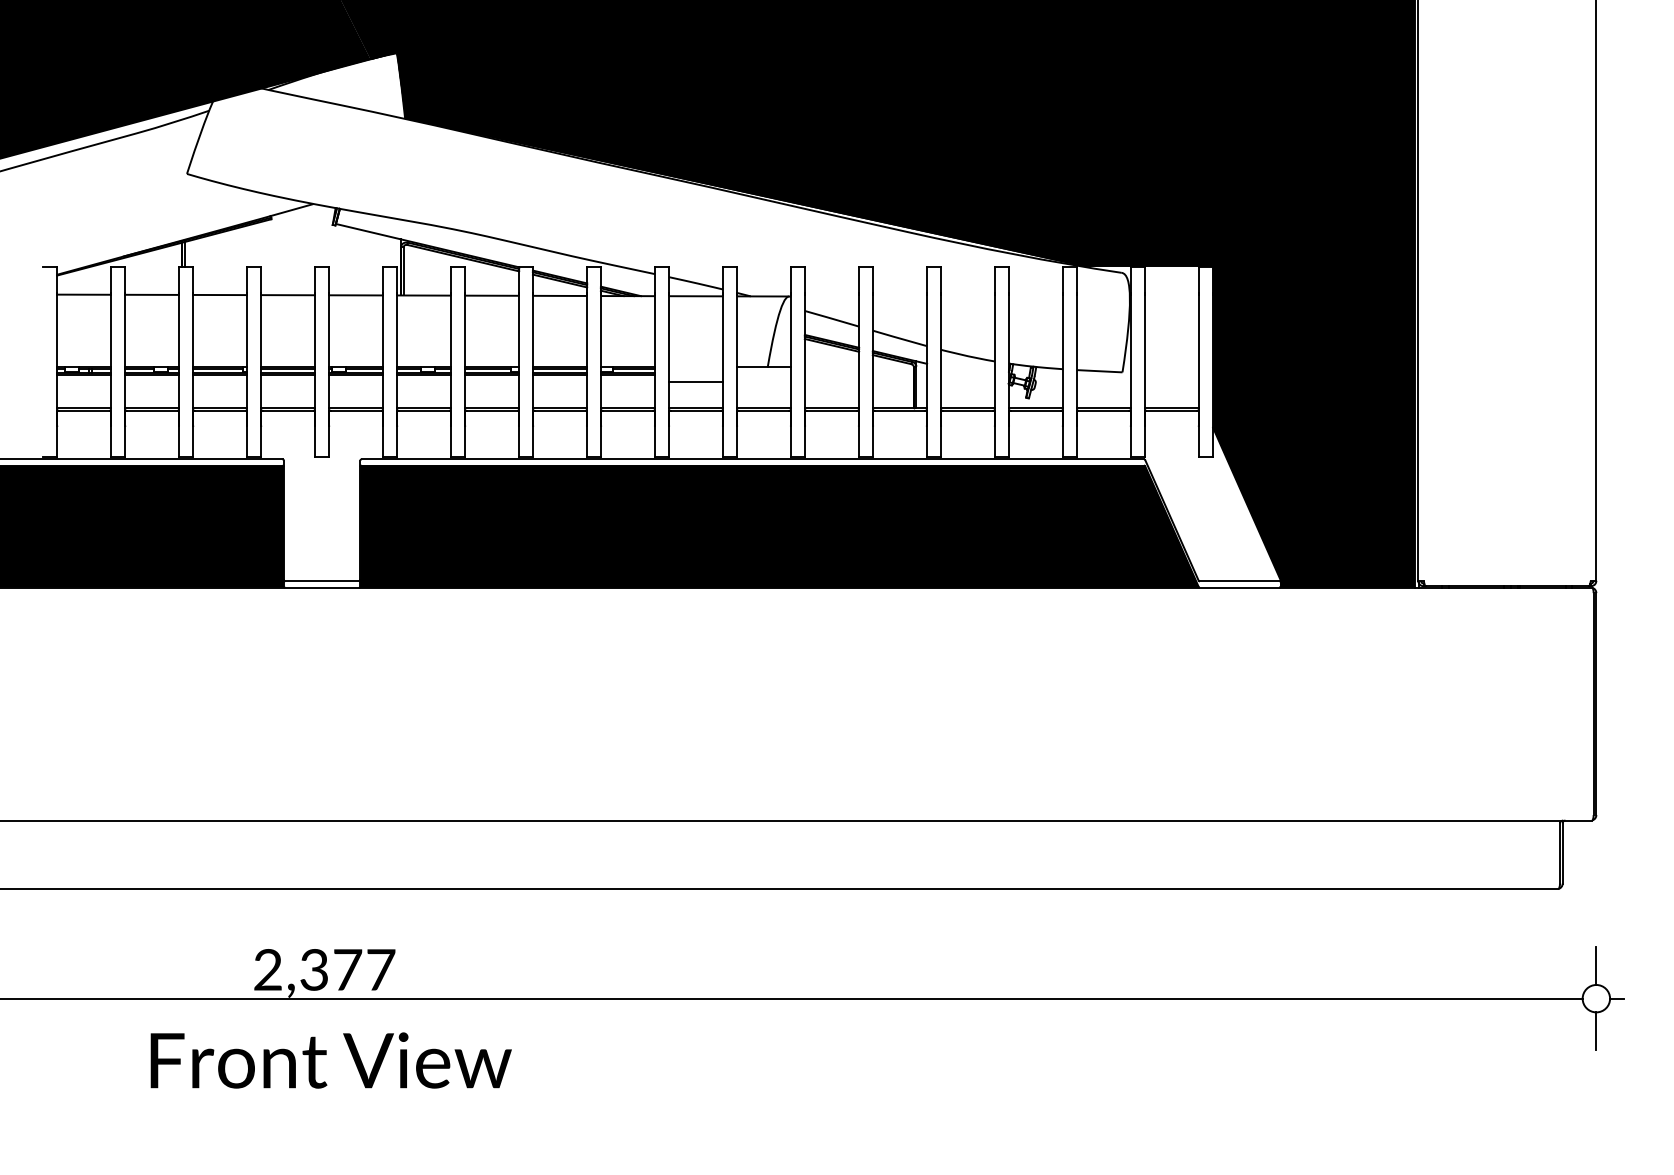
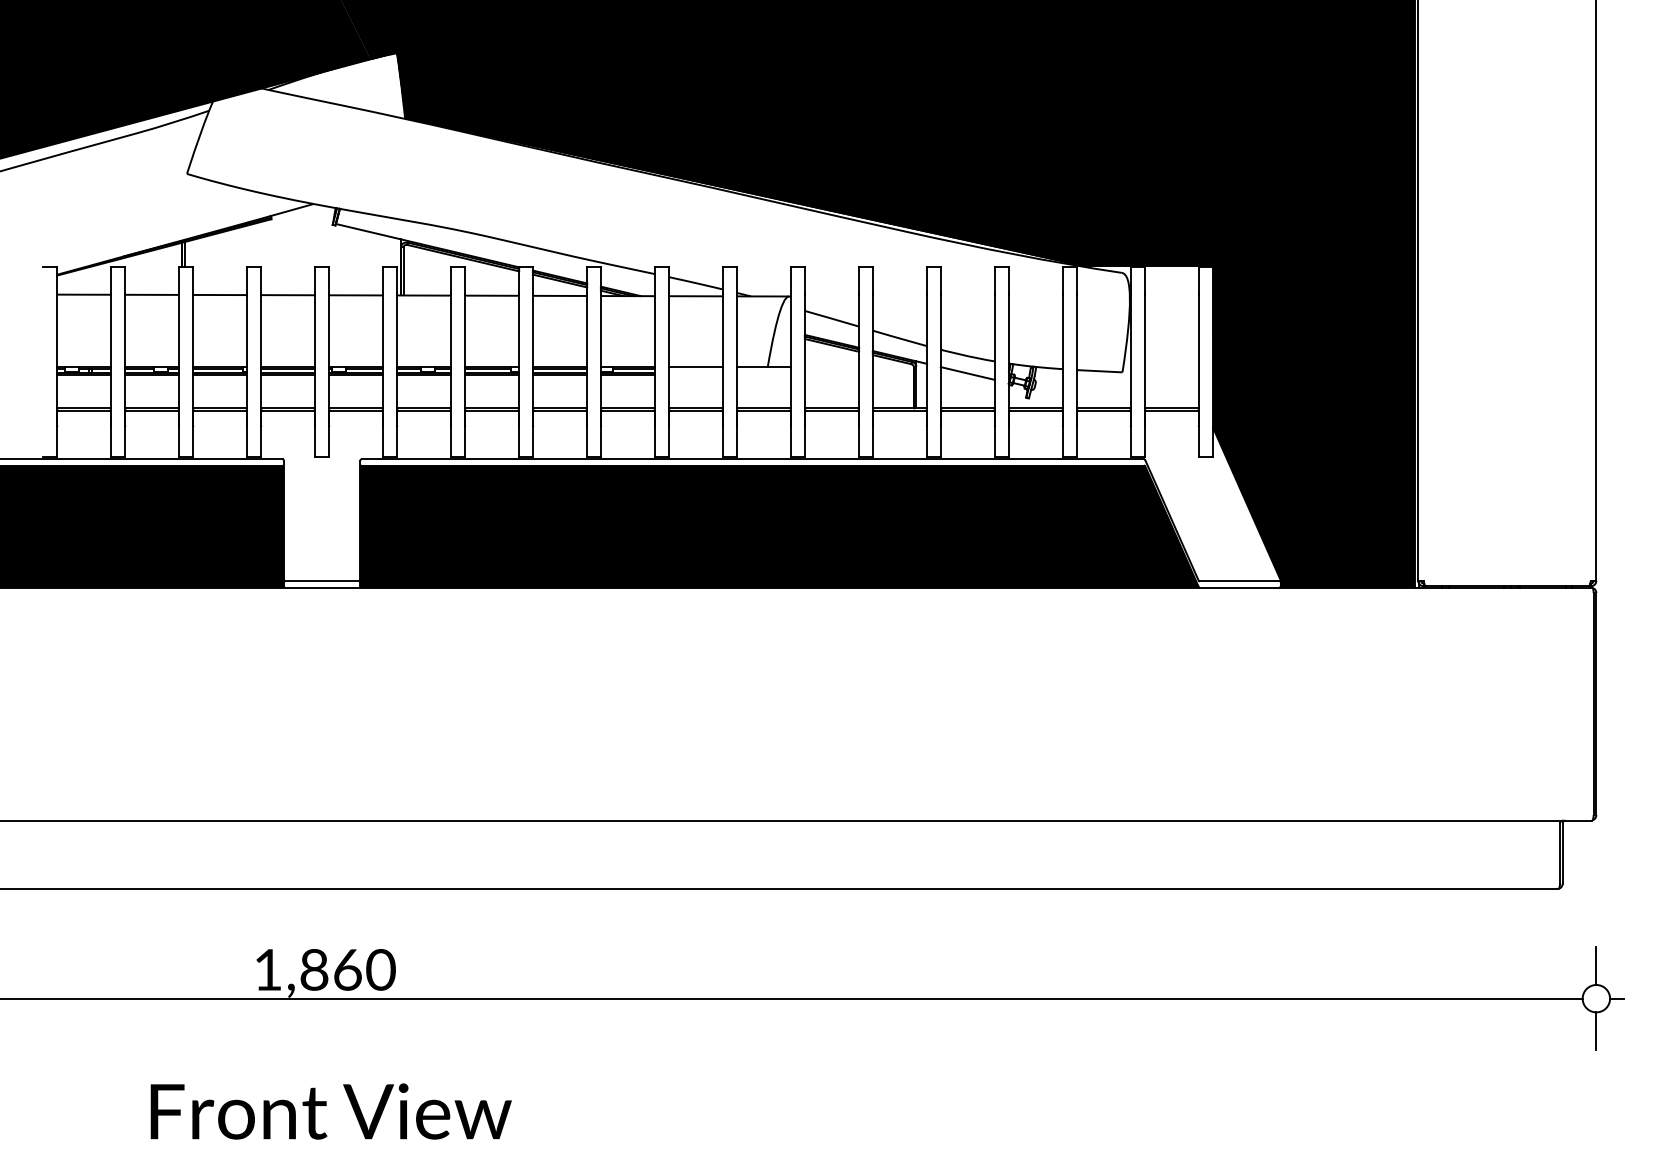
line at (967, 373): none -> present
line at (695, 381) position: (695, 381) -> (695, 366)
text at (324, 969): 2,377 -> 1,860
text at (330, 1060) position: (330, 1060) -> (330, 1111)
